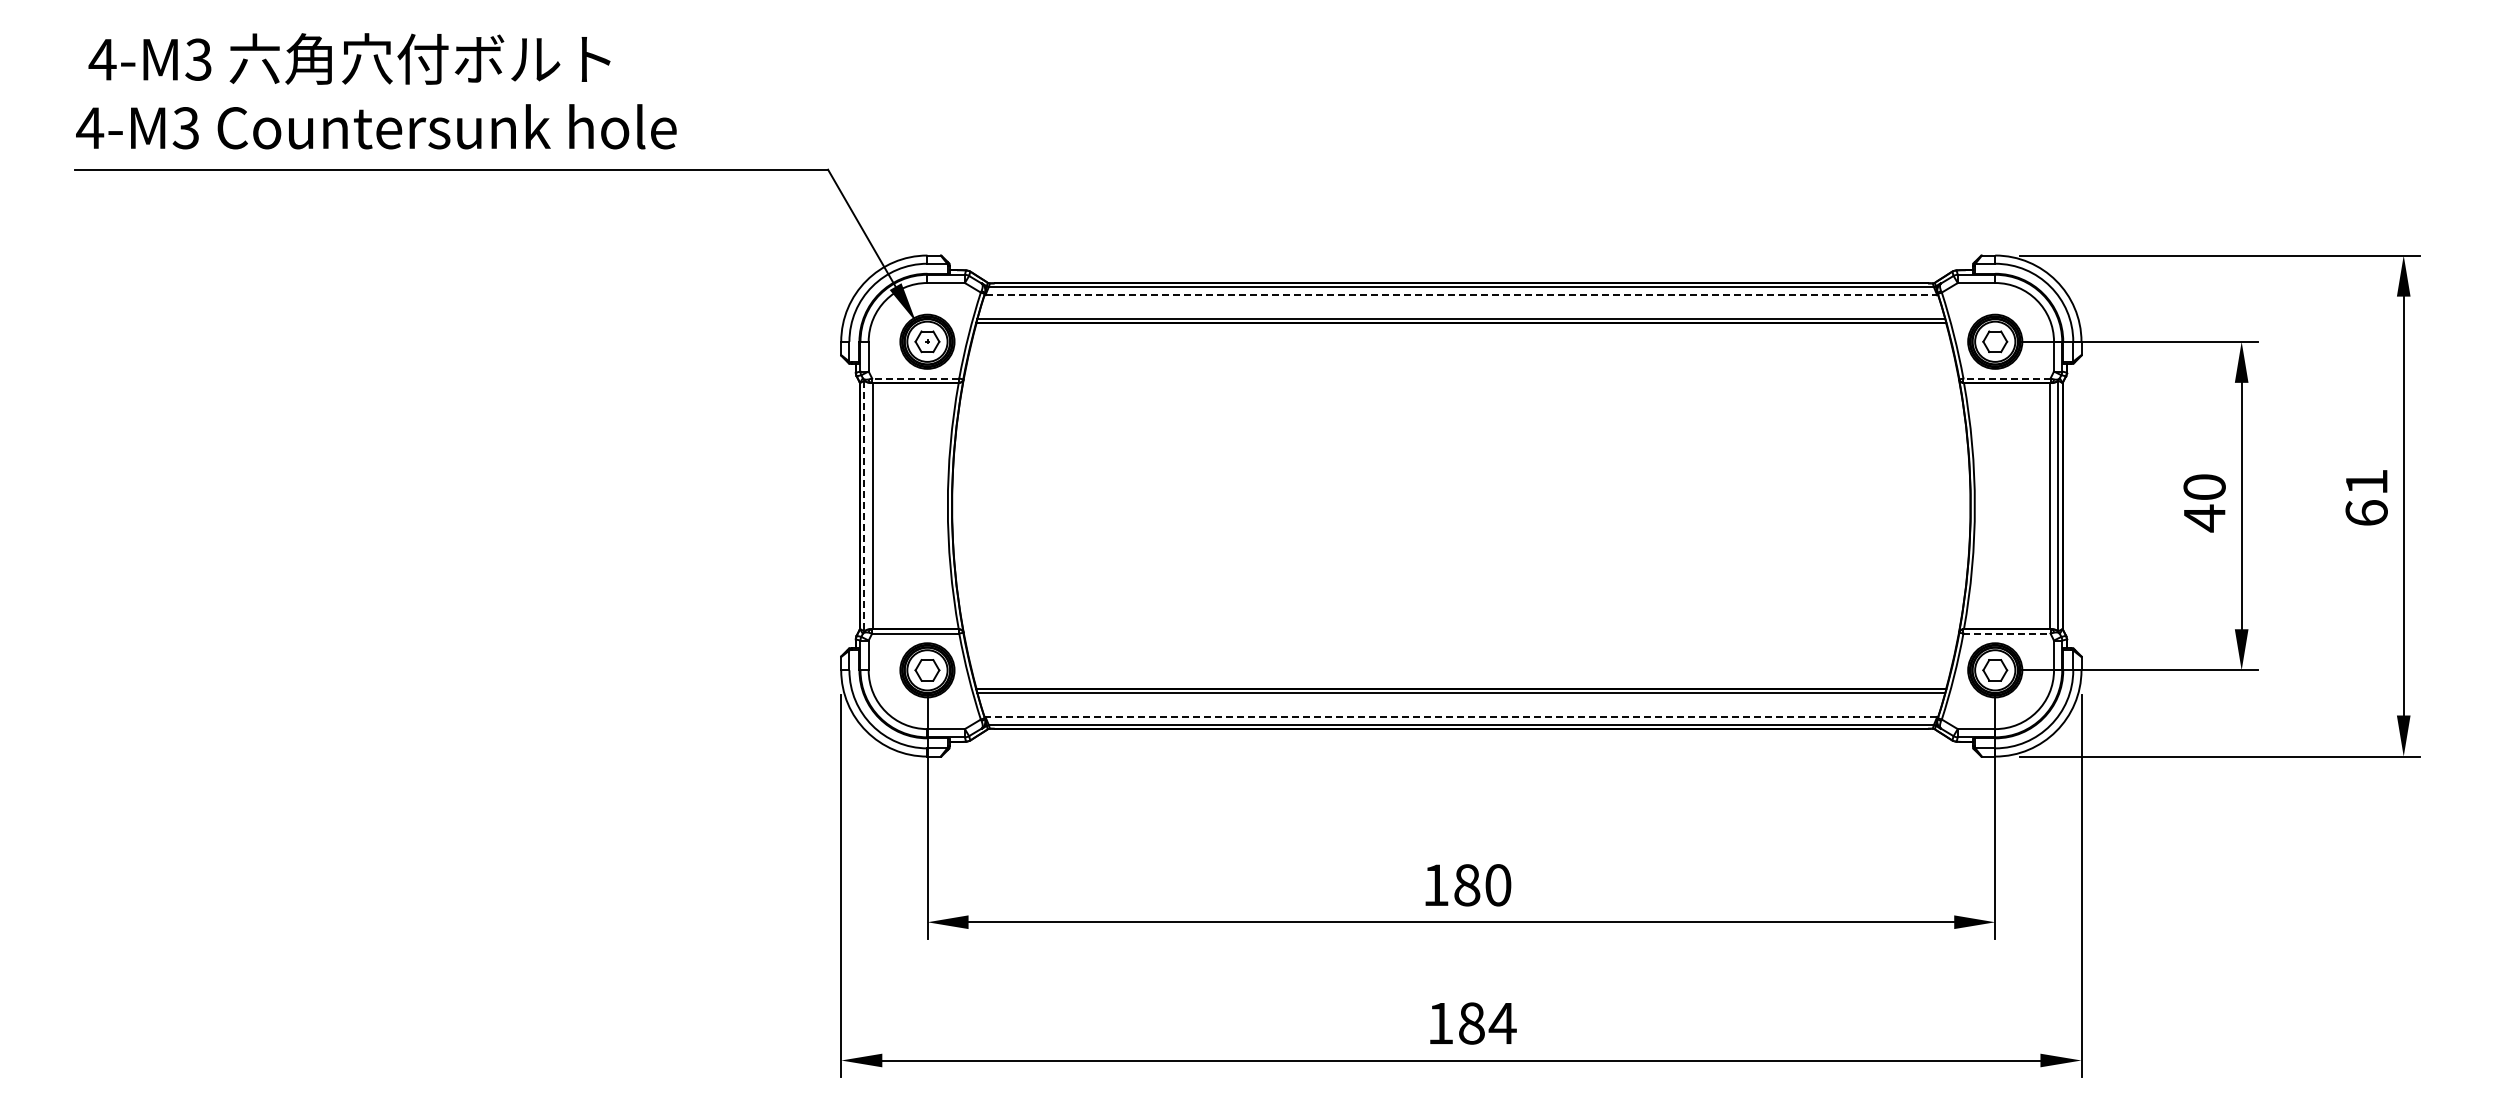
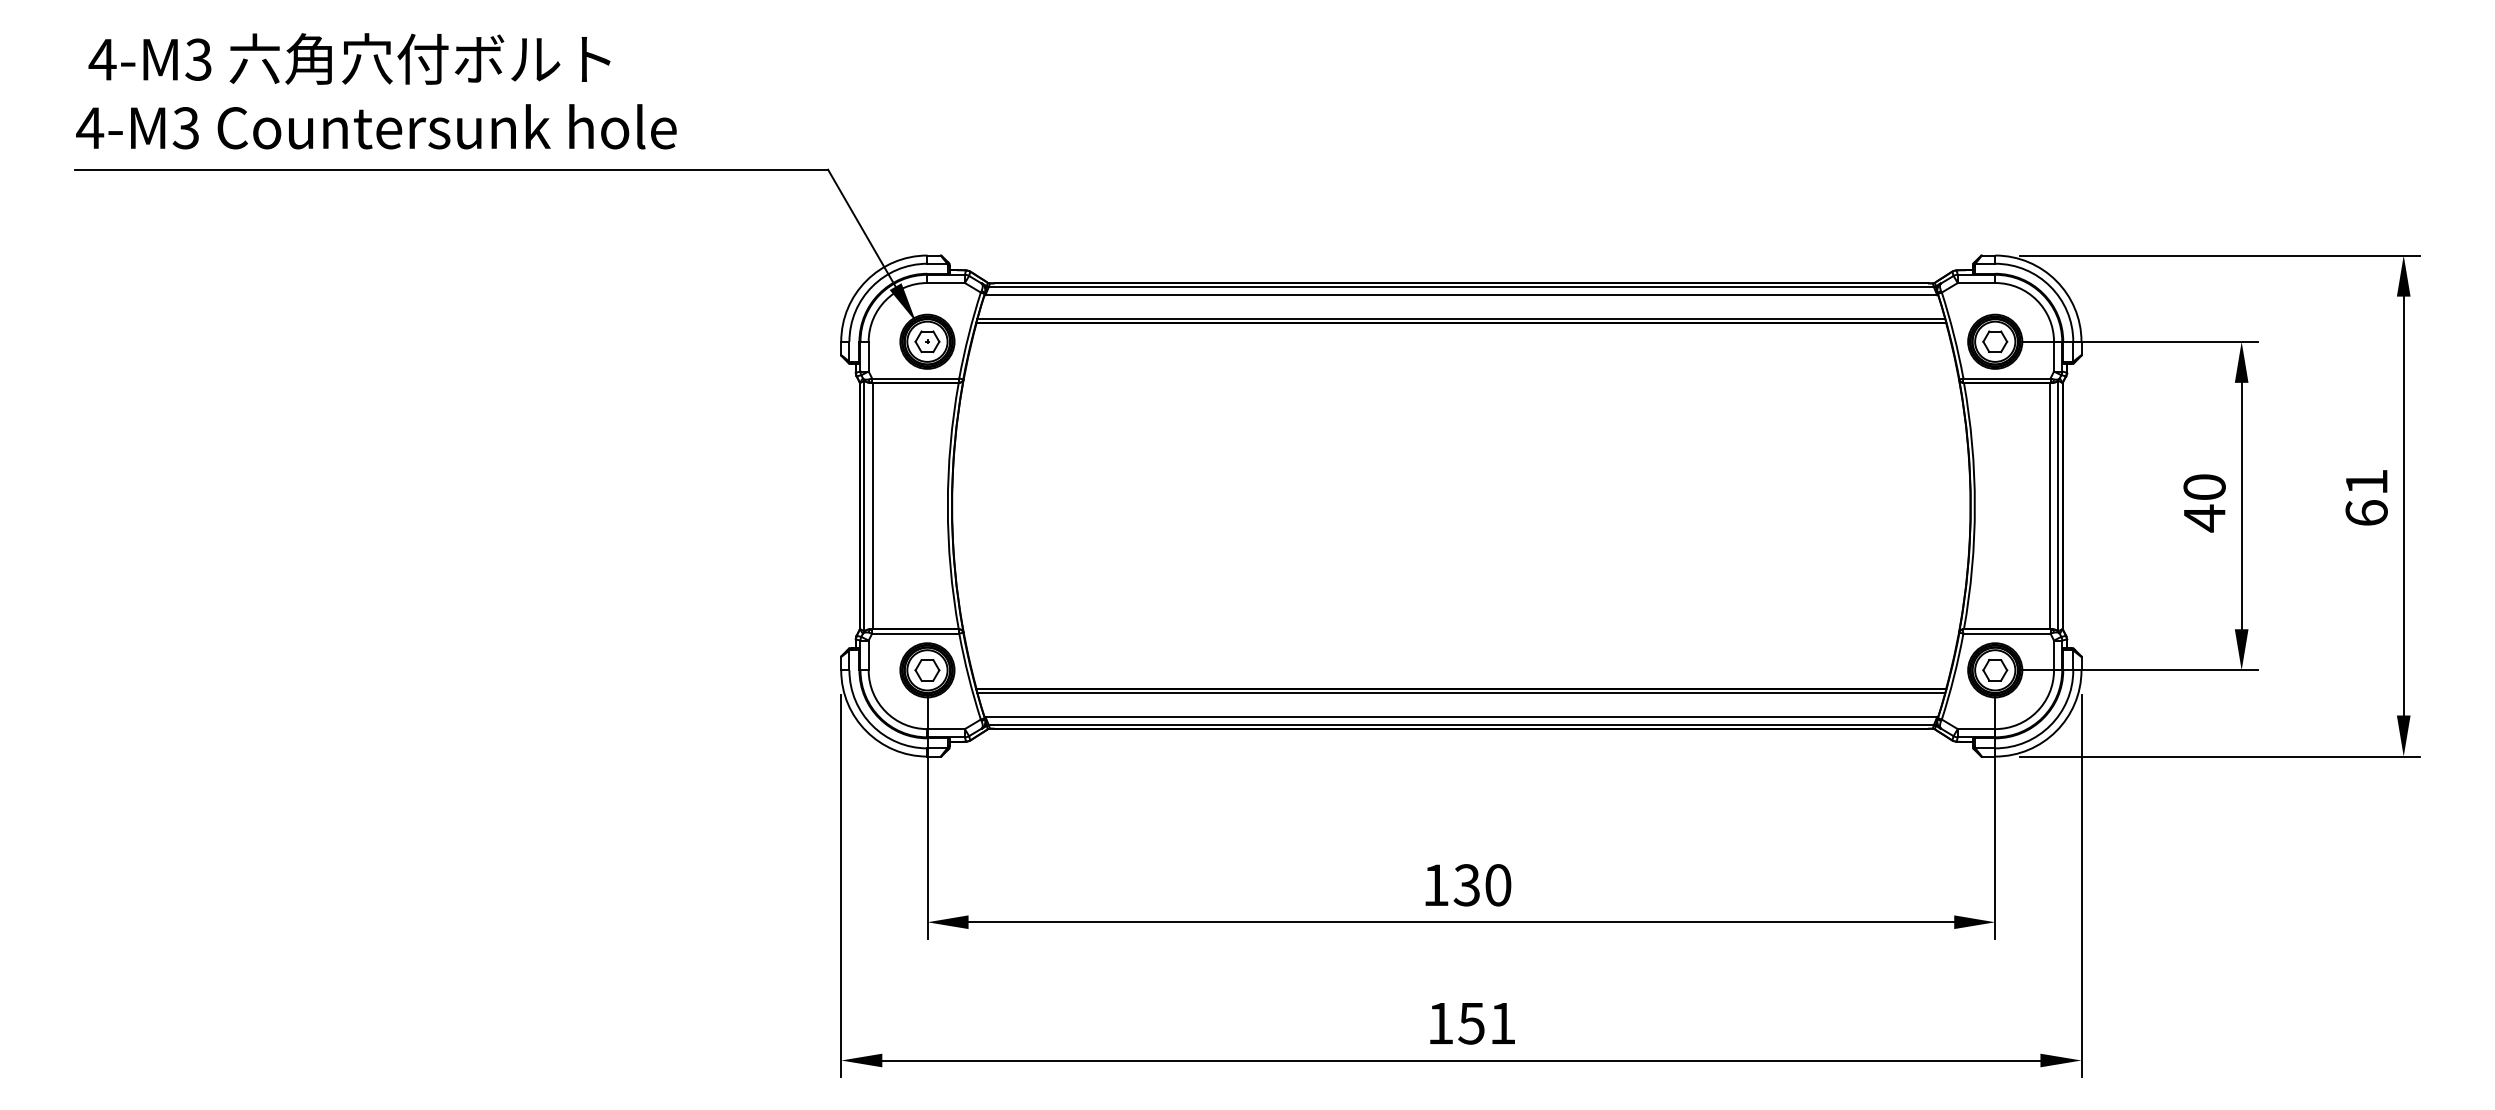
line at (1461, 295): dashed -> solid
line at (915, 378): dashed -> solid
line at (2006, 378): dashed -> solid
line at (864, 506): dashed -> solid
line at (2006, 633): dashed -> solid
line at (1461, 717): dashed -> solid
text at (1466, 885): 180 -> 130
text at (1487, 1023): 184 -> 151
